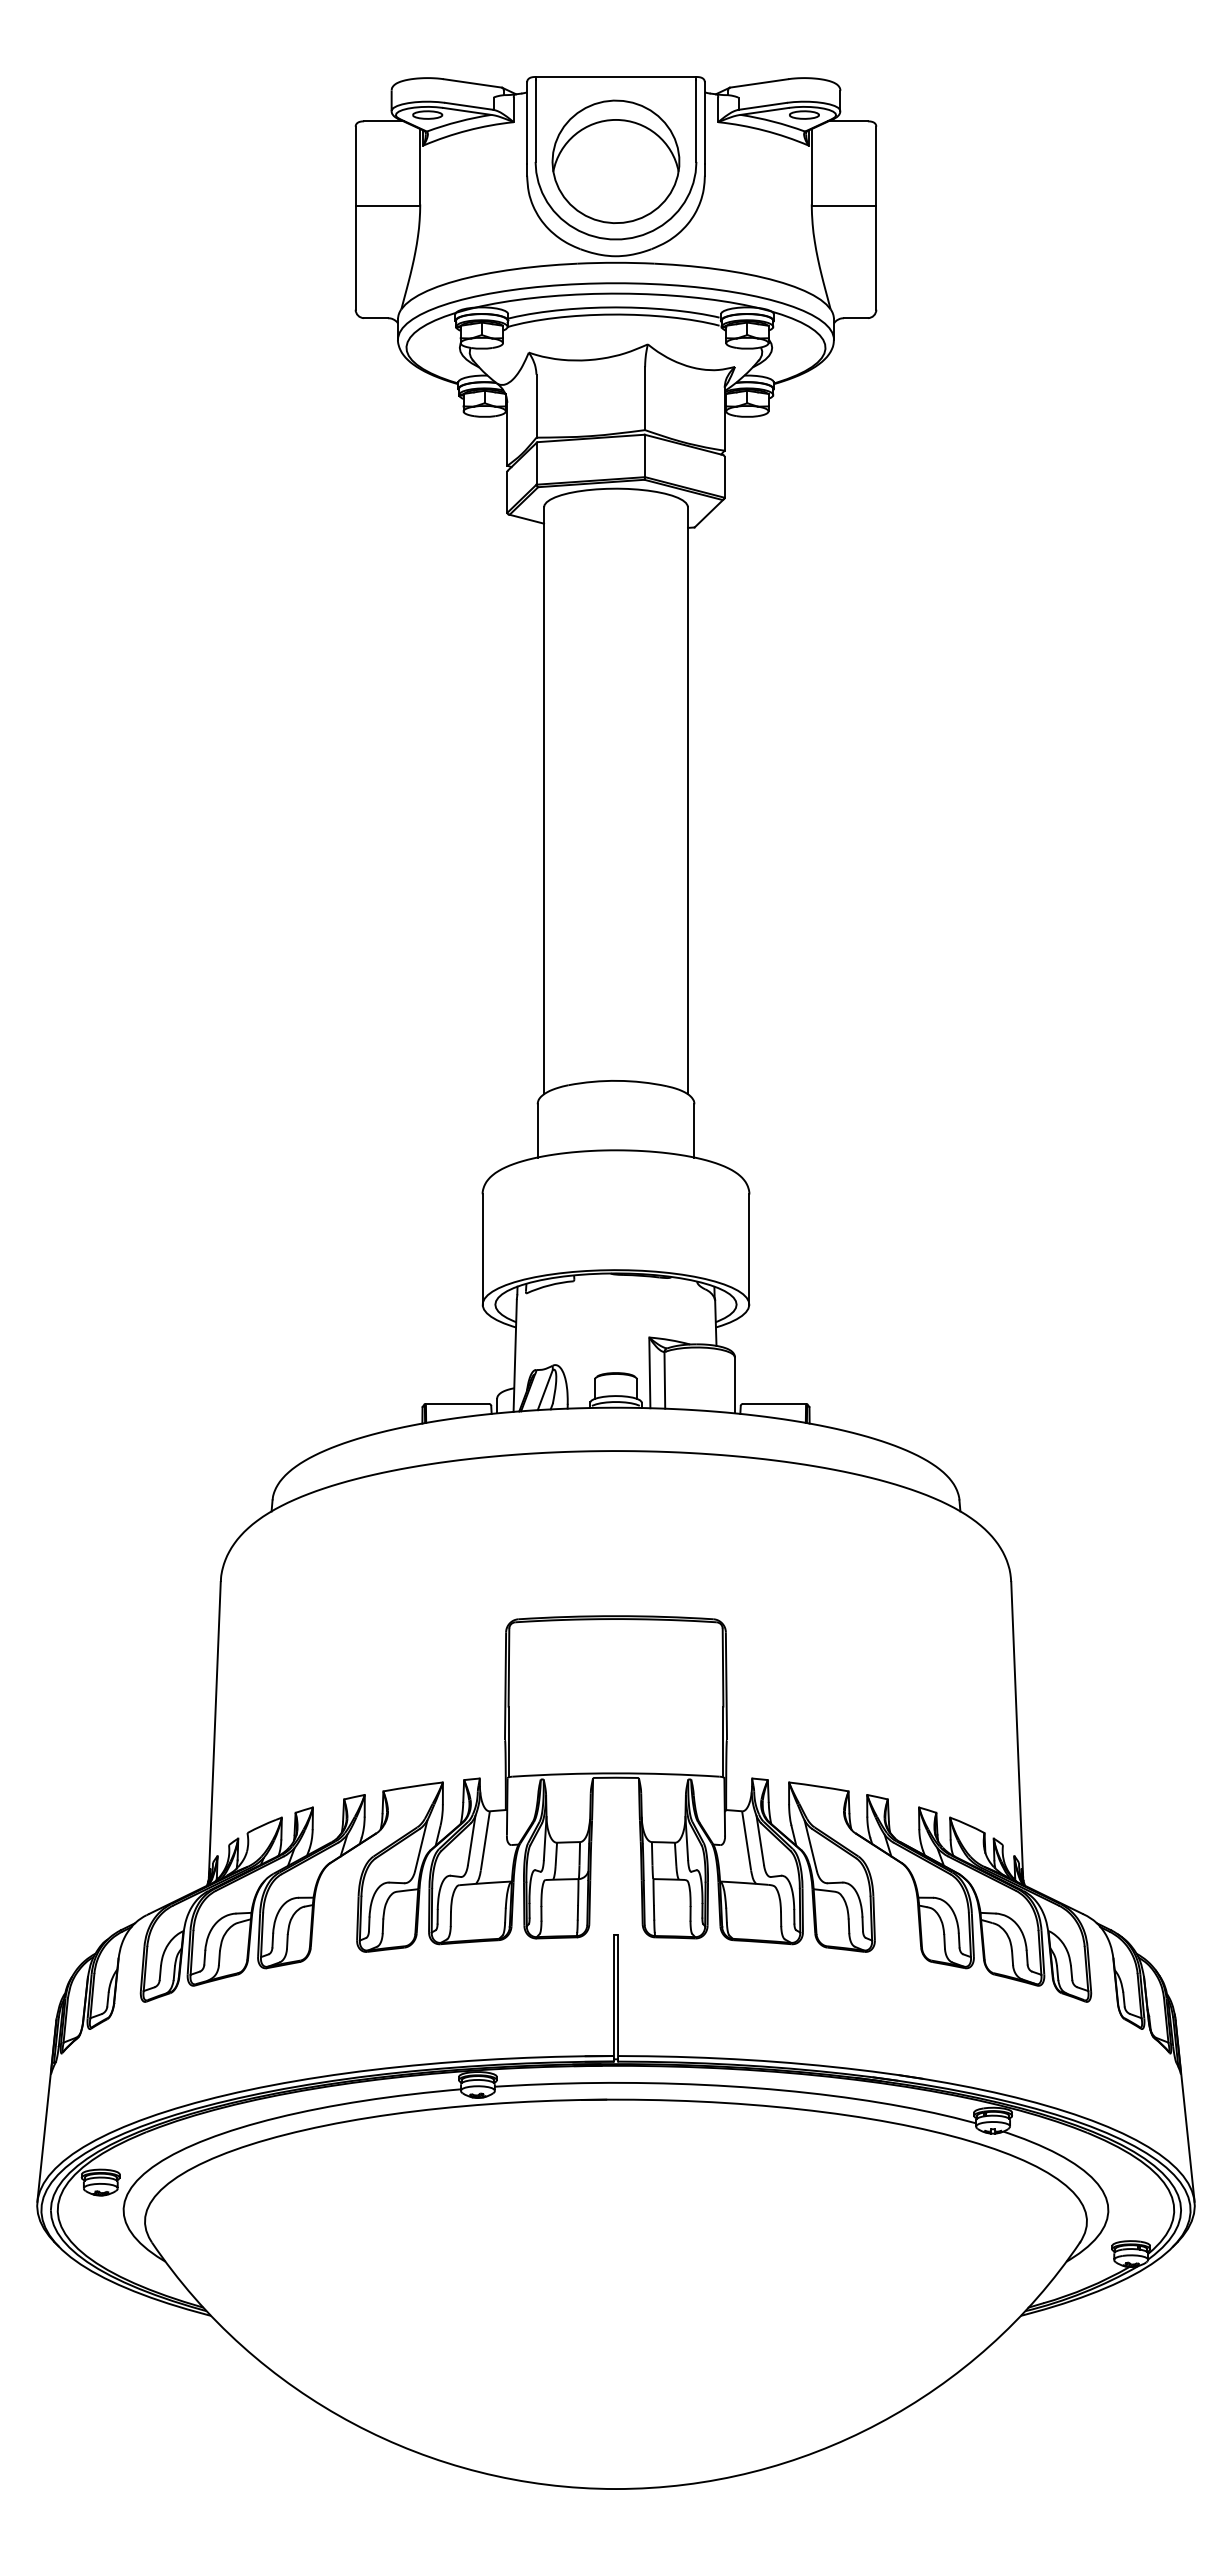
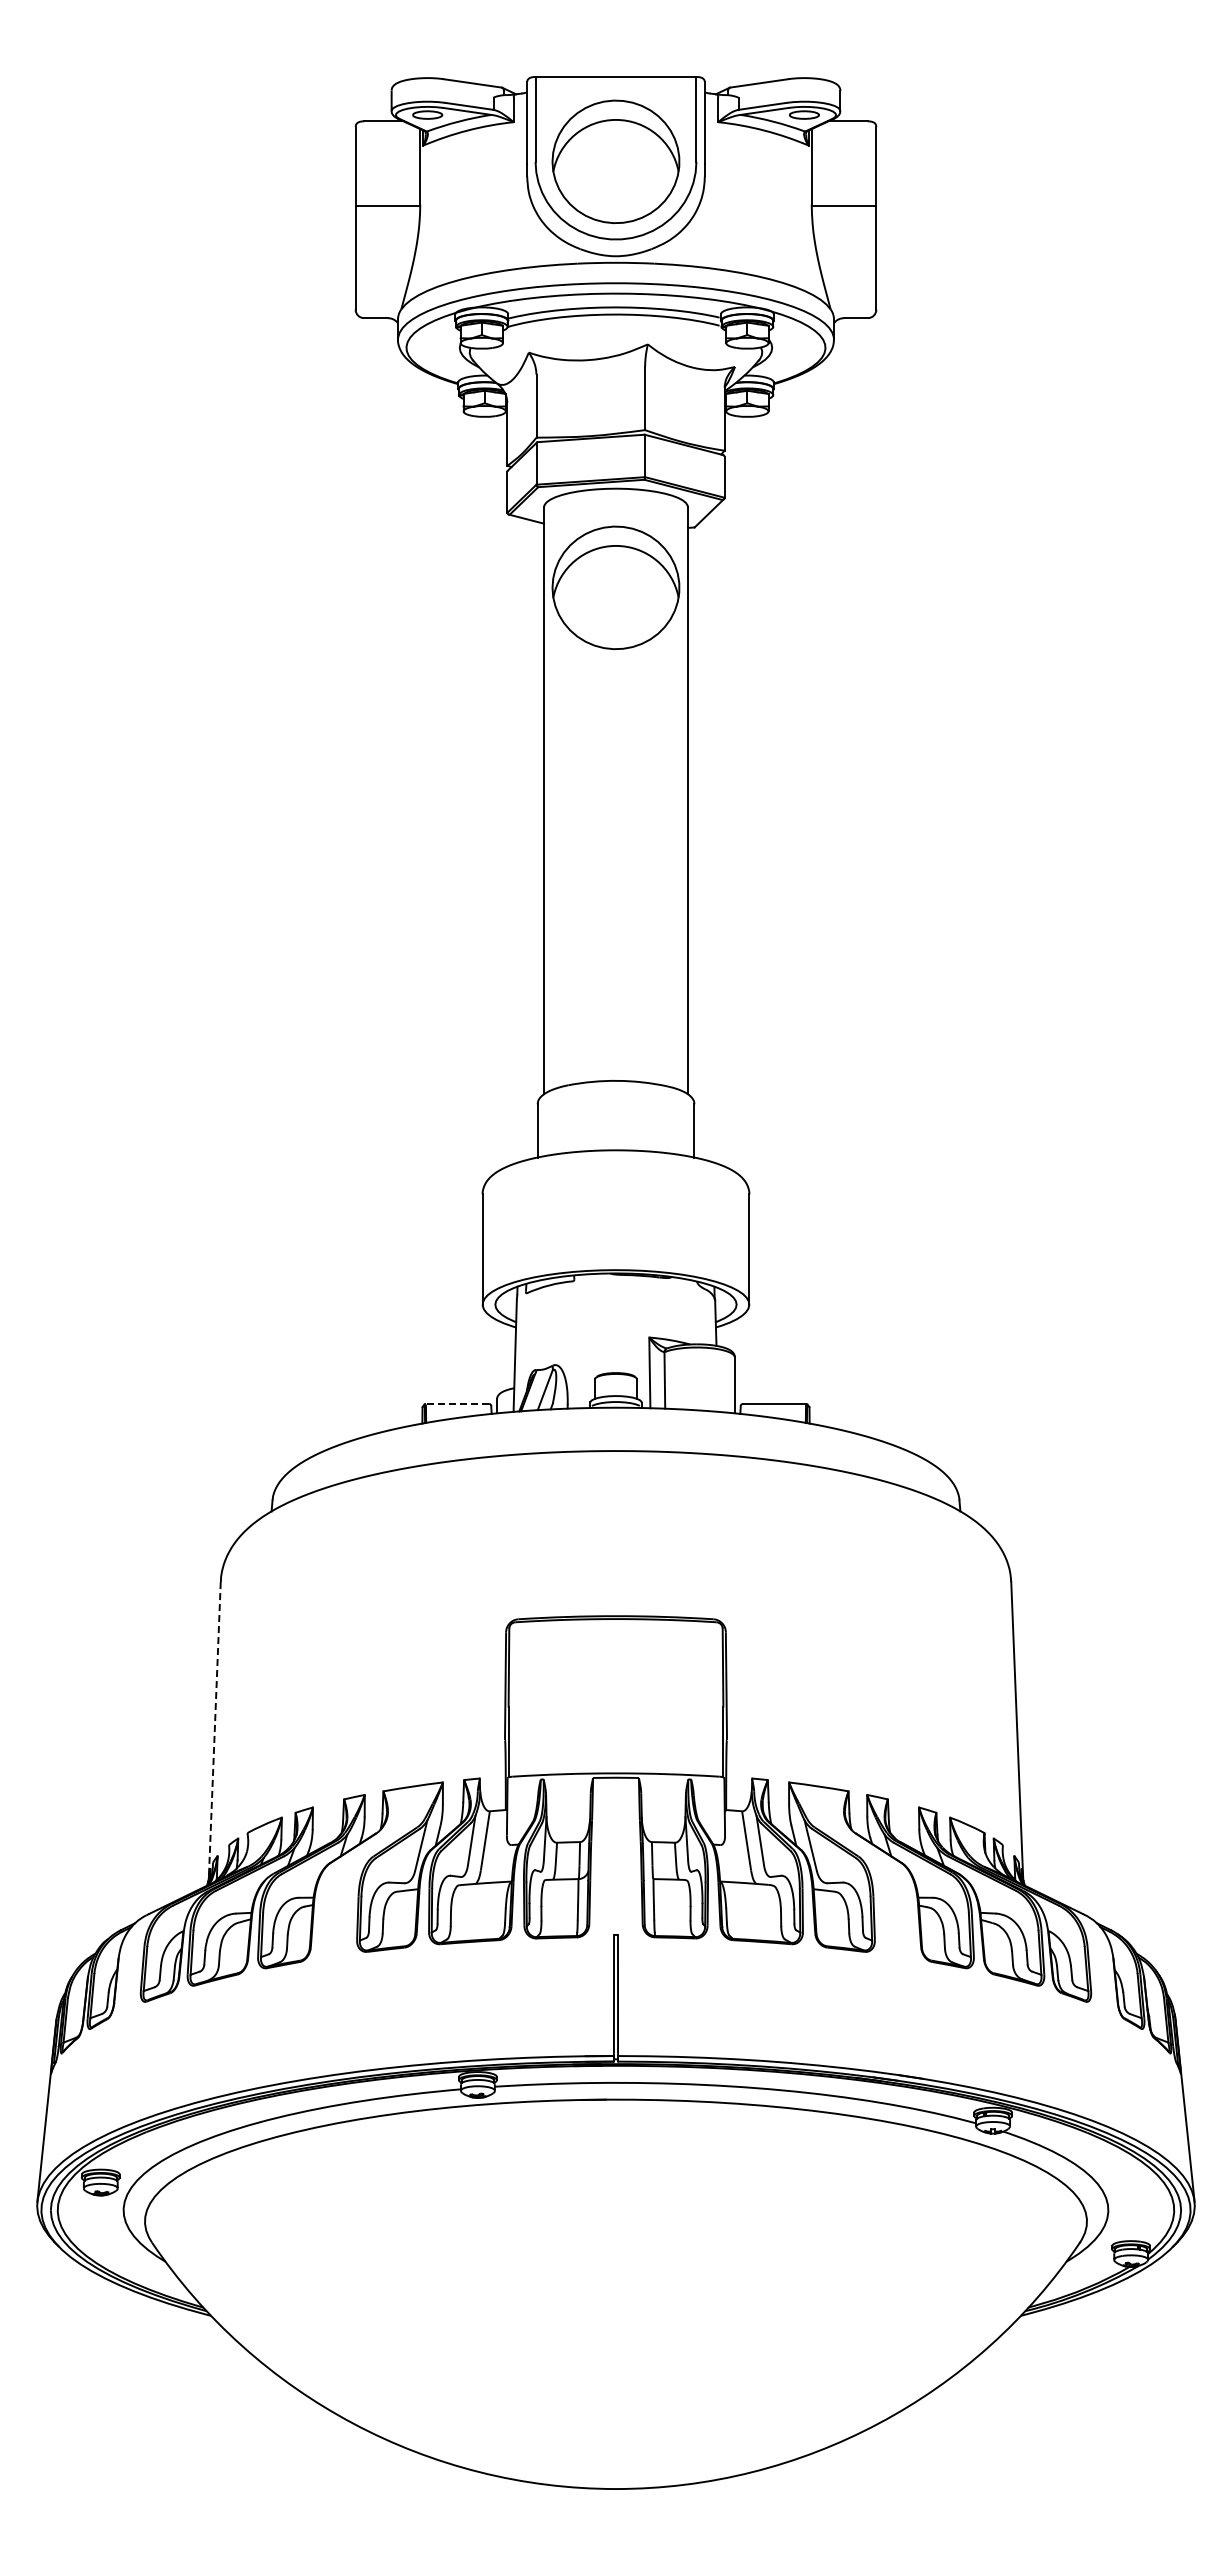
part at (615, 587): none -> present
line at (457, 1403): solid -> dashed
line at (214, 1729): solid -> dashed
